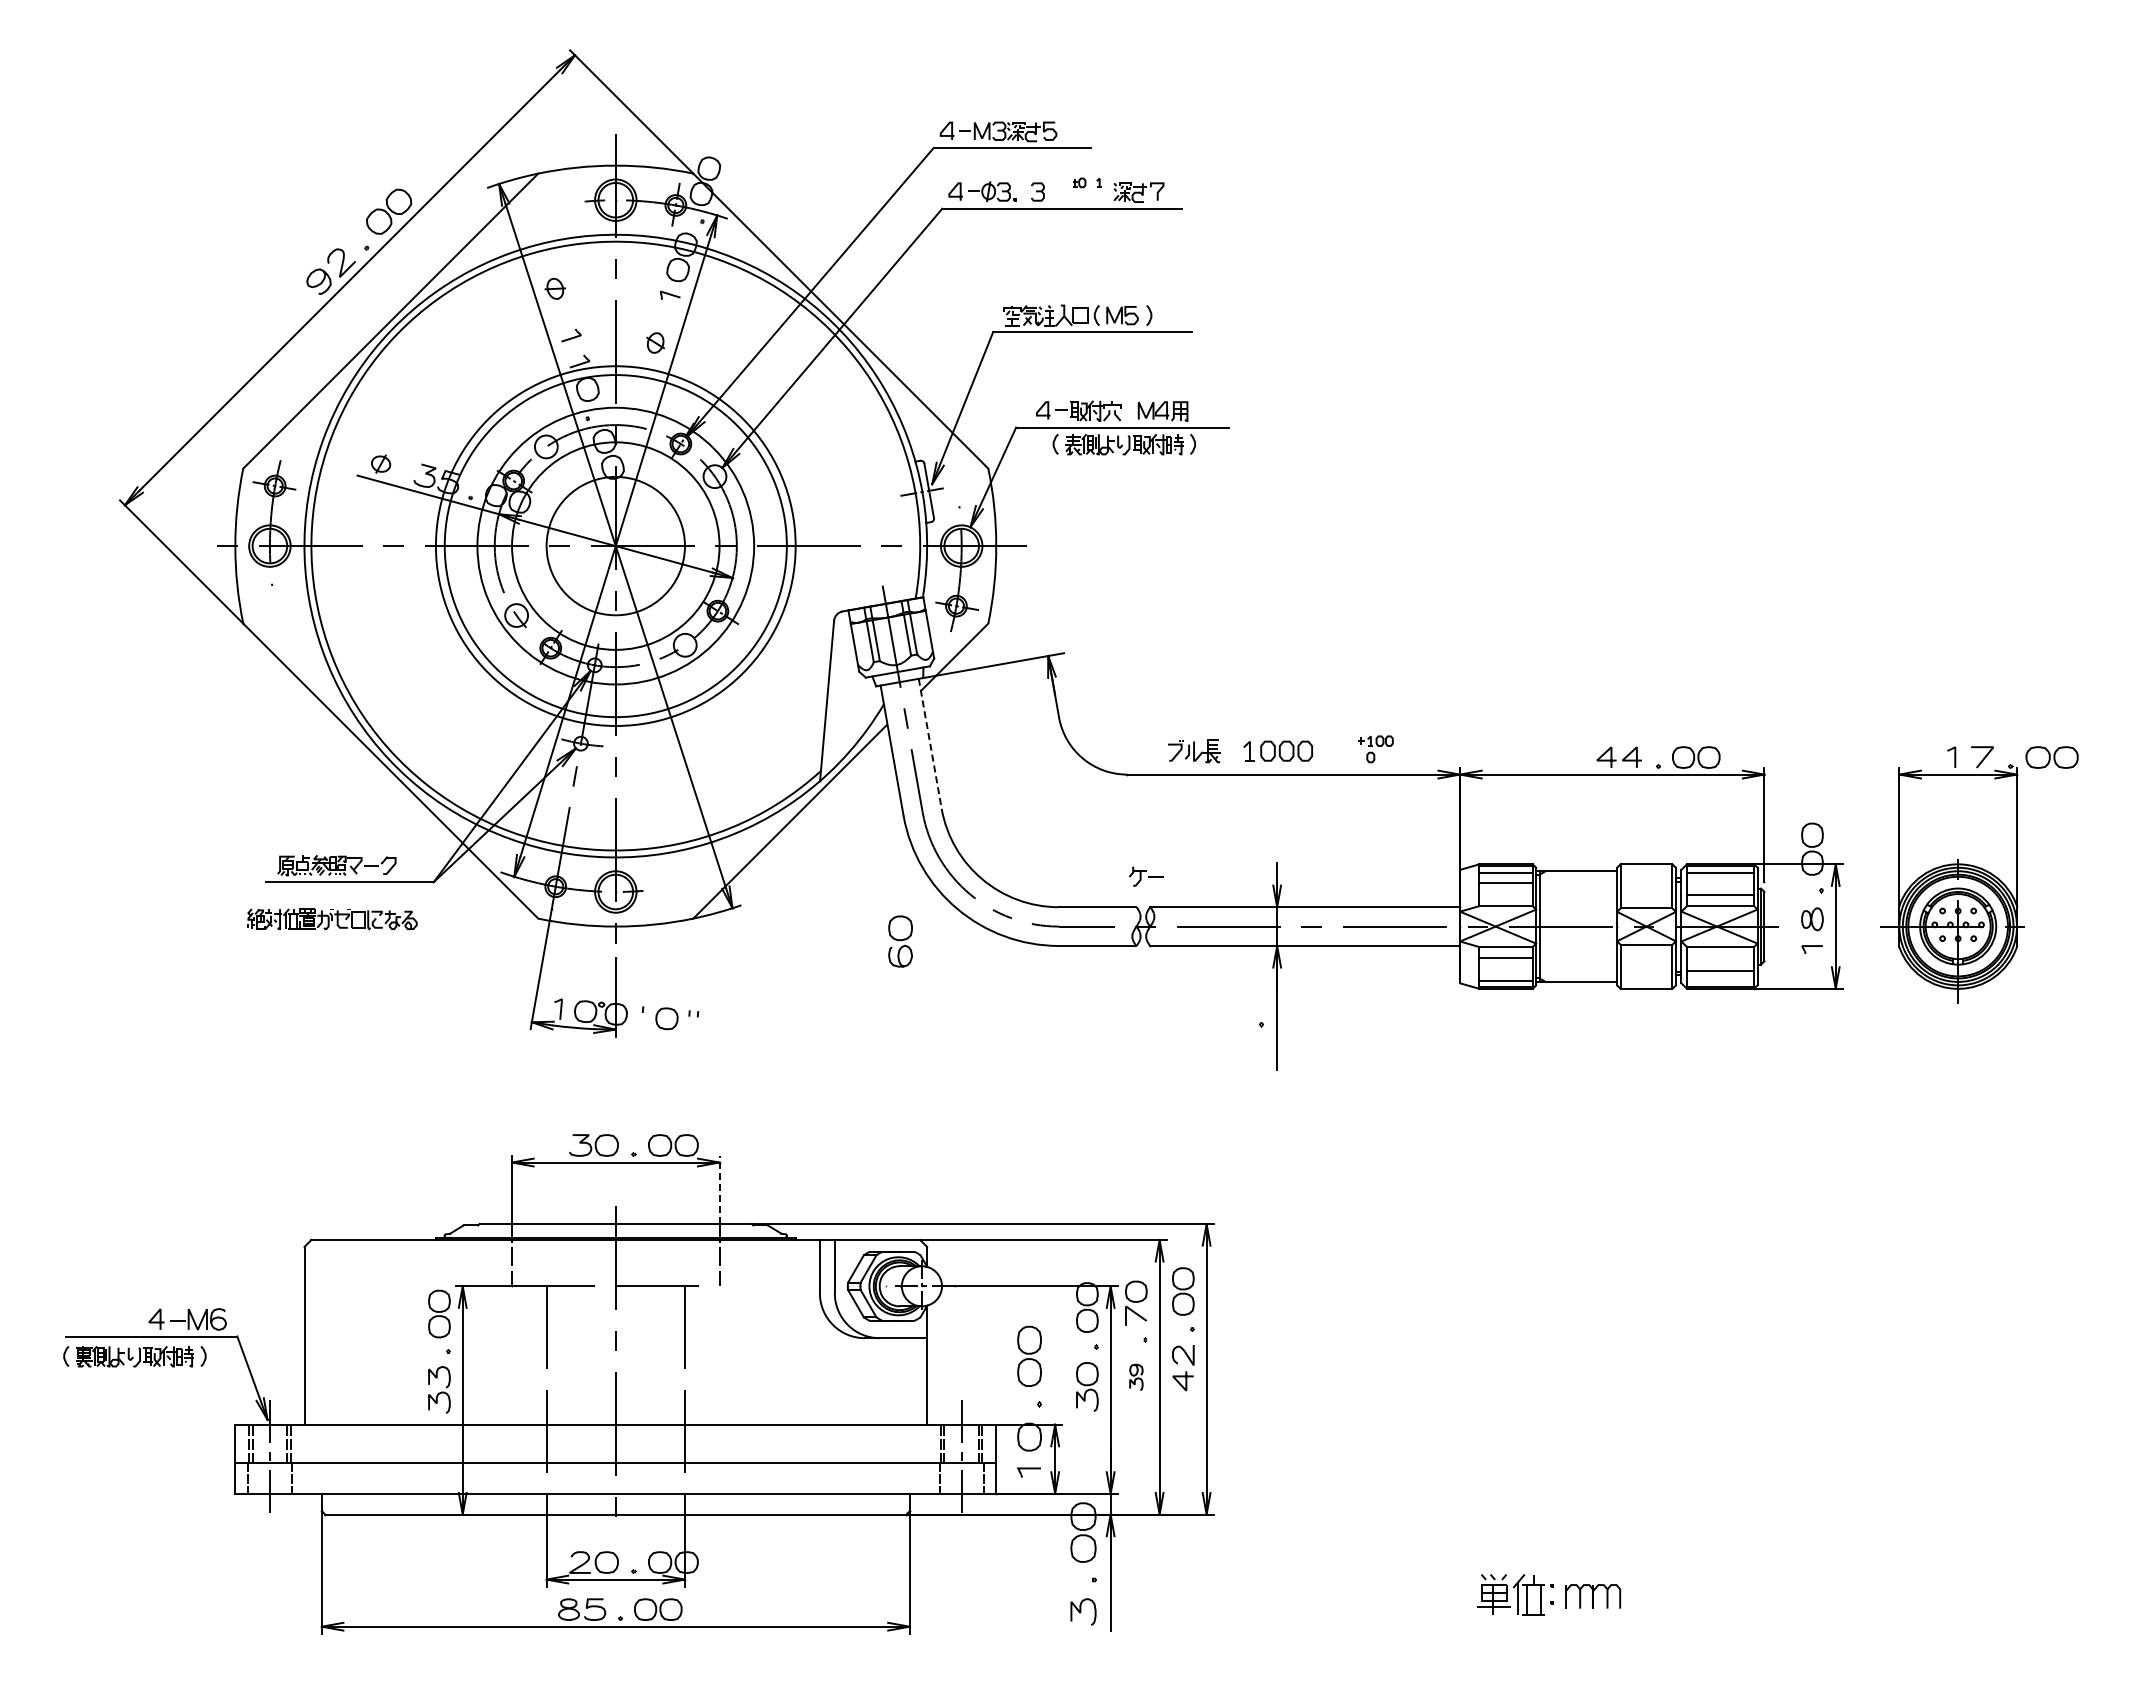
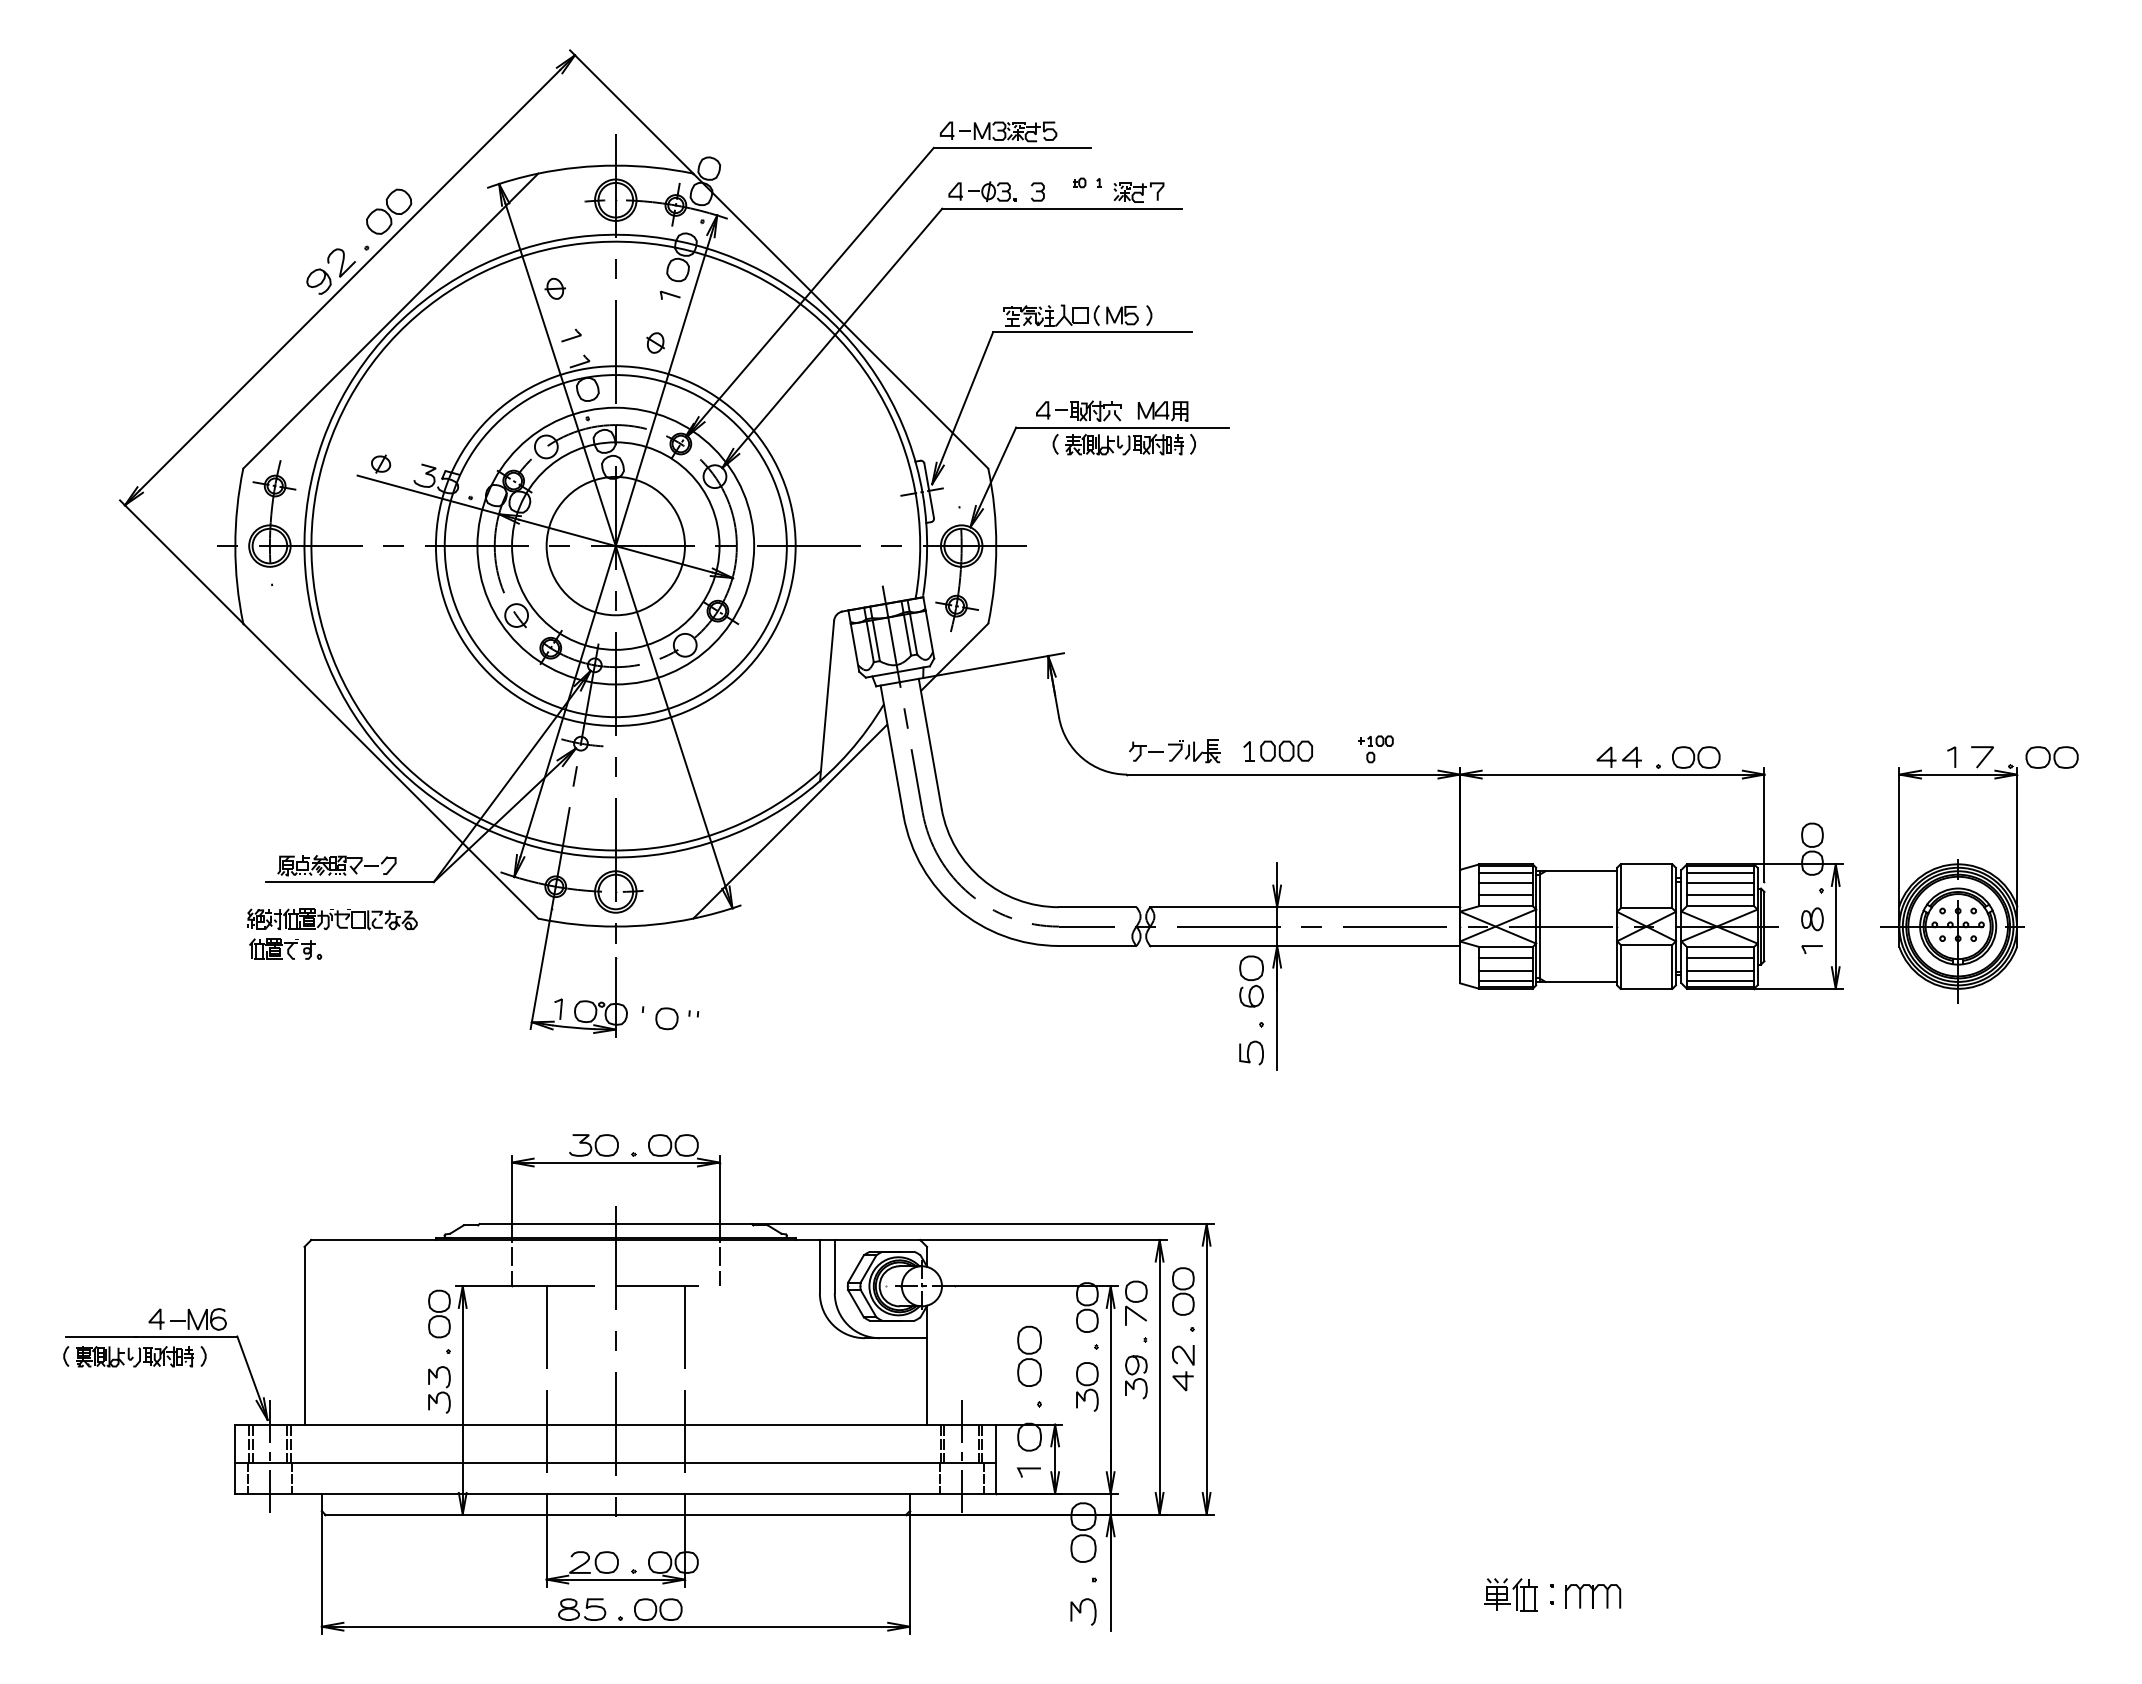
line at (930, 744): dashed -> solid
part at (1146, 876) position: (1146, 876) -> (1146, 751)
line at (1720, 882): none -> present
line at (1505, 895): none -> present
part at (900, 941) position: (900, 941) -> (1251, 981)
part at (285, 948): none -> present
line at (1720, 957): none -> present
line at (1505, 970): none -> present
line at (1720, 980): none -> present
curve at (1249, 1050): none -> present
line at (719, 1189): dashed -> solid
part at (1136, 1376) size: 15x28 px -> 23x45 px
part at (1510, 1594) size: 68x42 px -> 54x34 px
